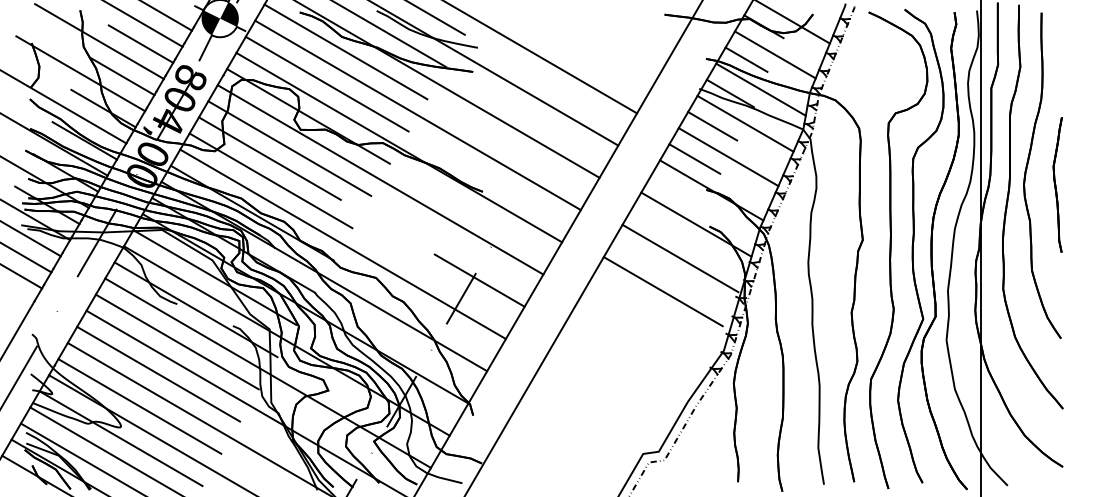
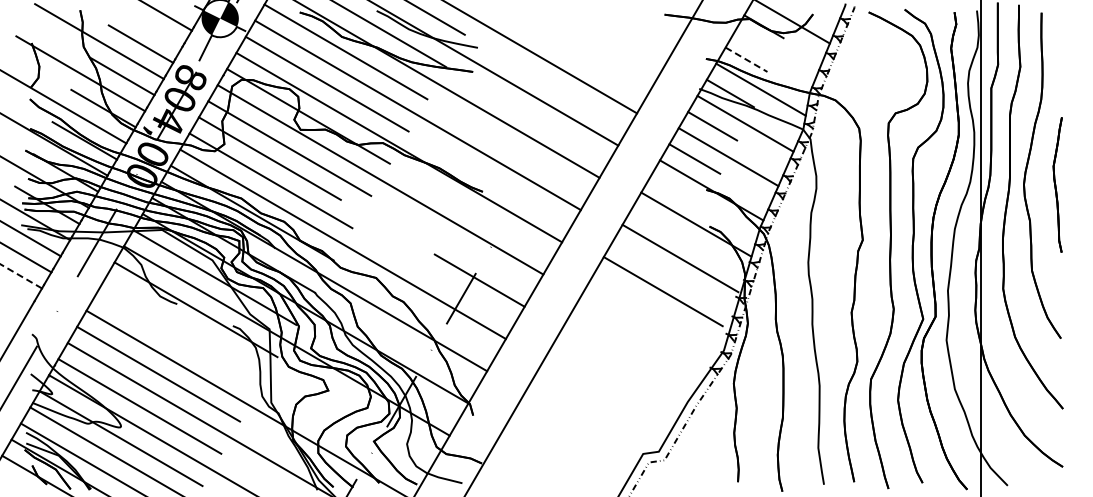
line at (144, 24): present -> none
line at (774, 54): present -> none
line at (746, 60): solid -> dashed
line at (21, 276): solid -> dashed
line at (176, 341): present -> none
line at (267, 372): present -> none
